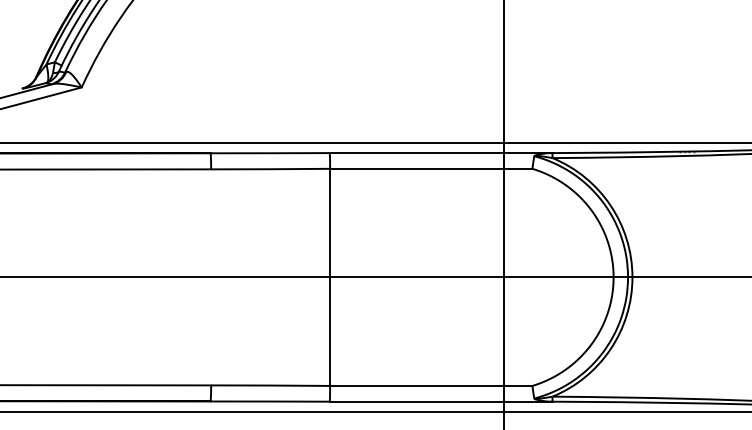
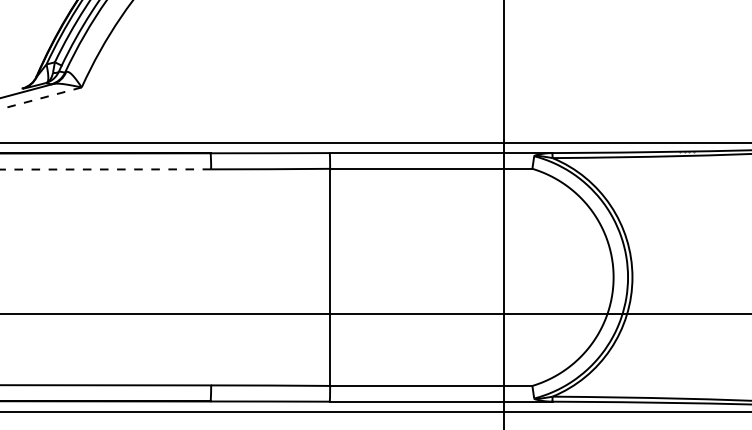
line at (40, 98): solid -> dashed
line at (105, 169): solid -> dashed
line at (375, 277) position: (375, 277) -> (375, 314)
